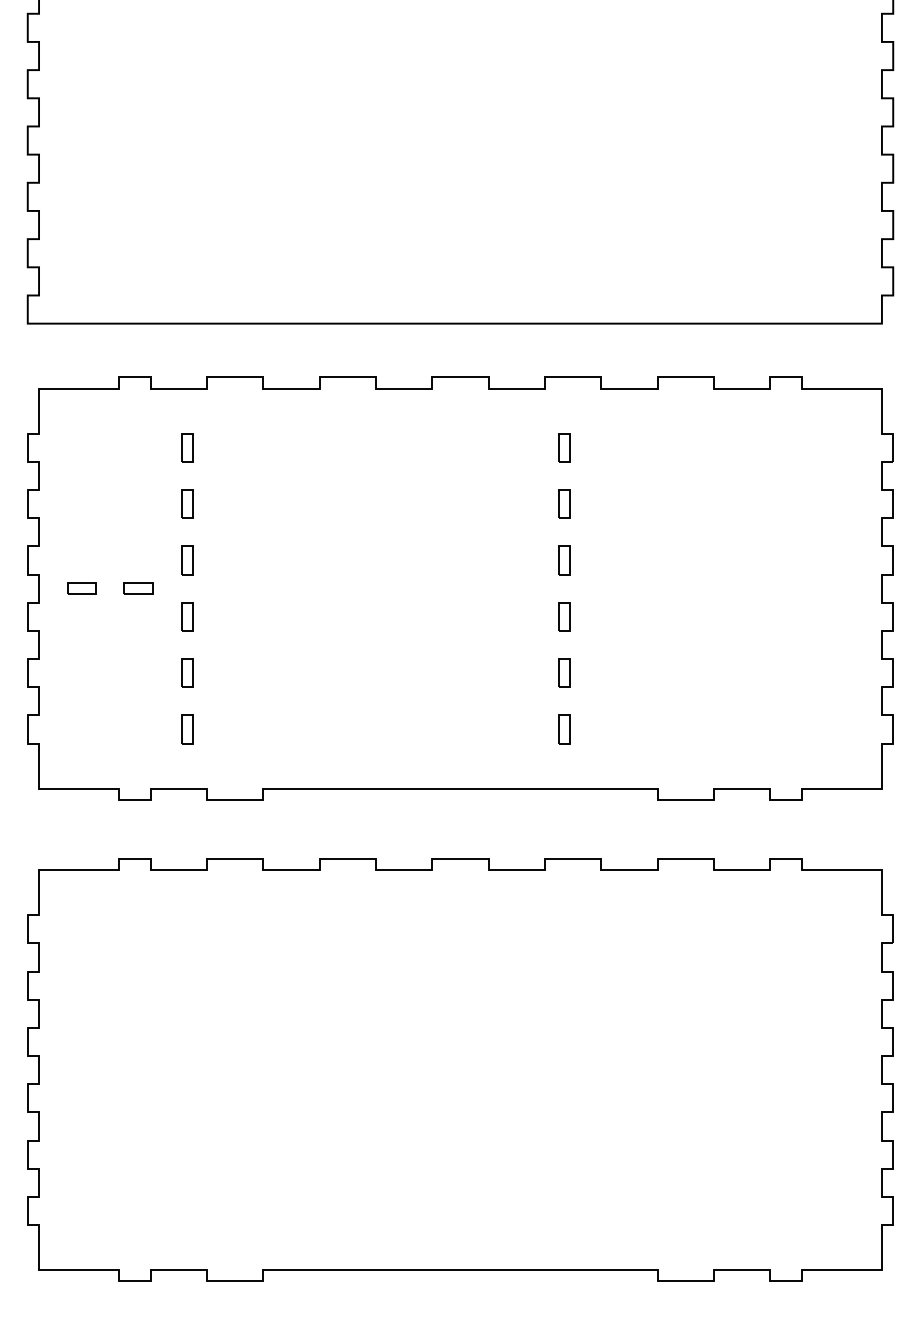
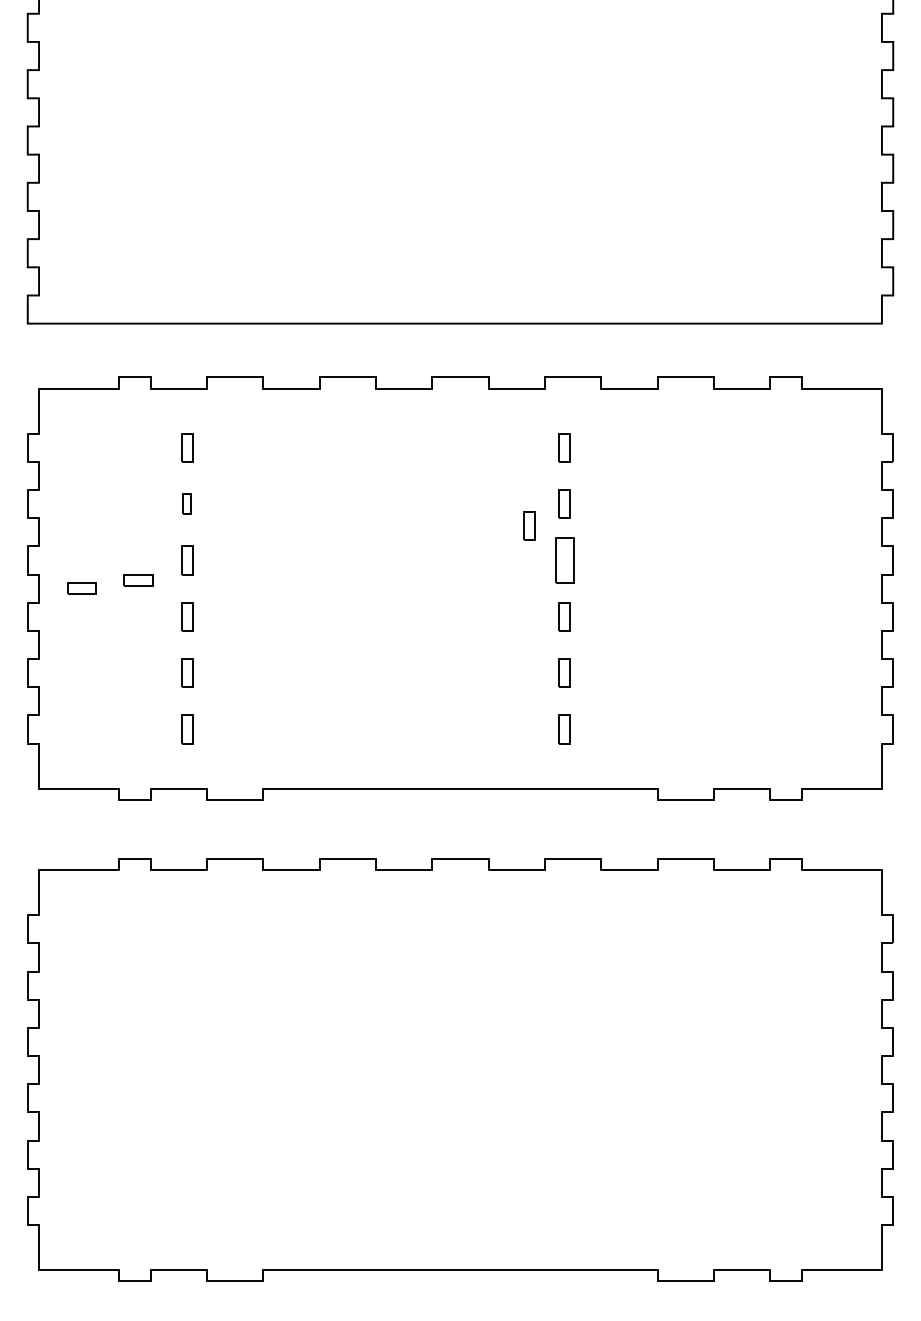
part at (187, 503) size: 13x30 px -> 10x22 px
part at (529, 525): none -> present
part at (564, 560) size: 13x31 px -> 20x47 px
part at (138, 588) position: (138, 588) -> (138, 580)
